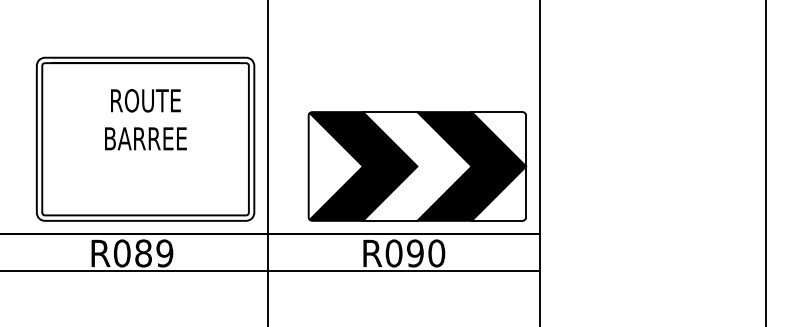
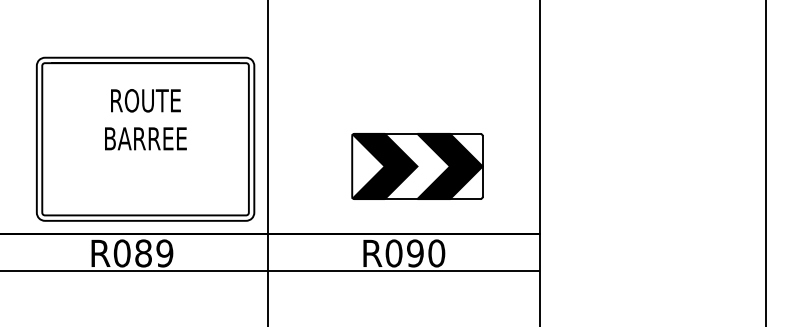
part at (417, 166) size: 221x111 px -> 133x67 px
